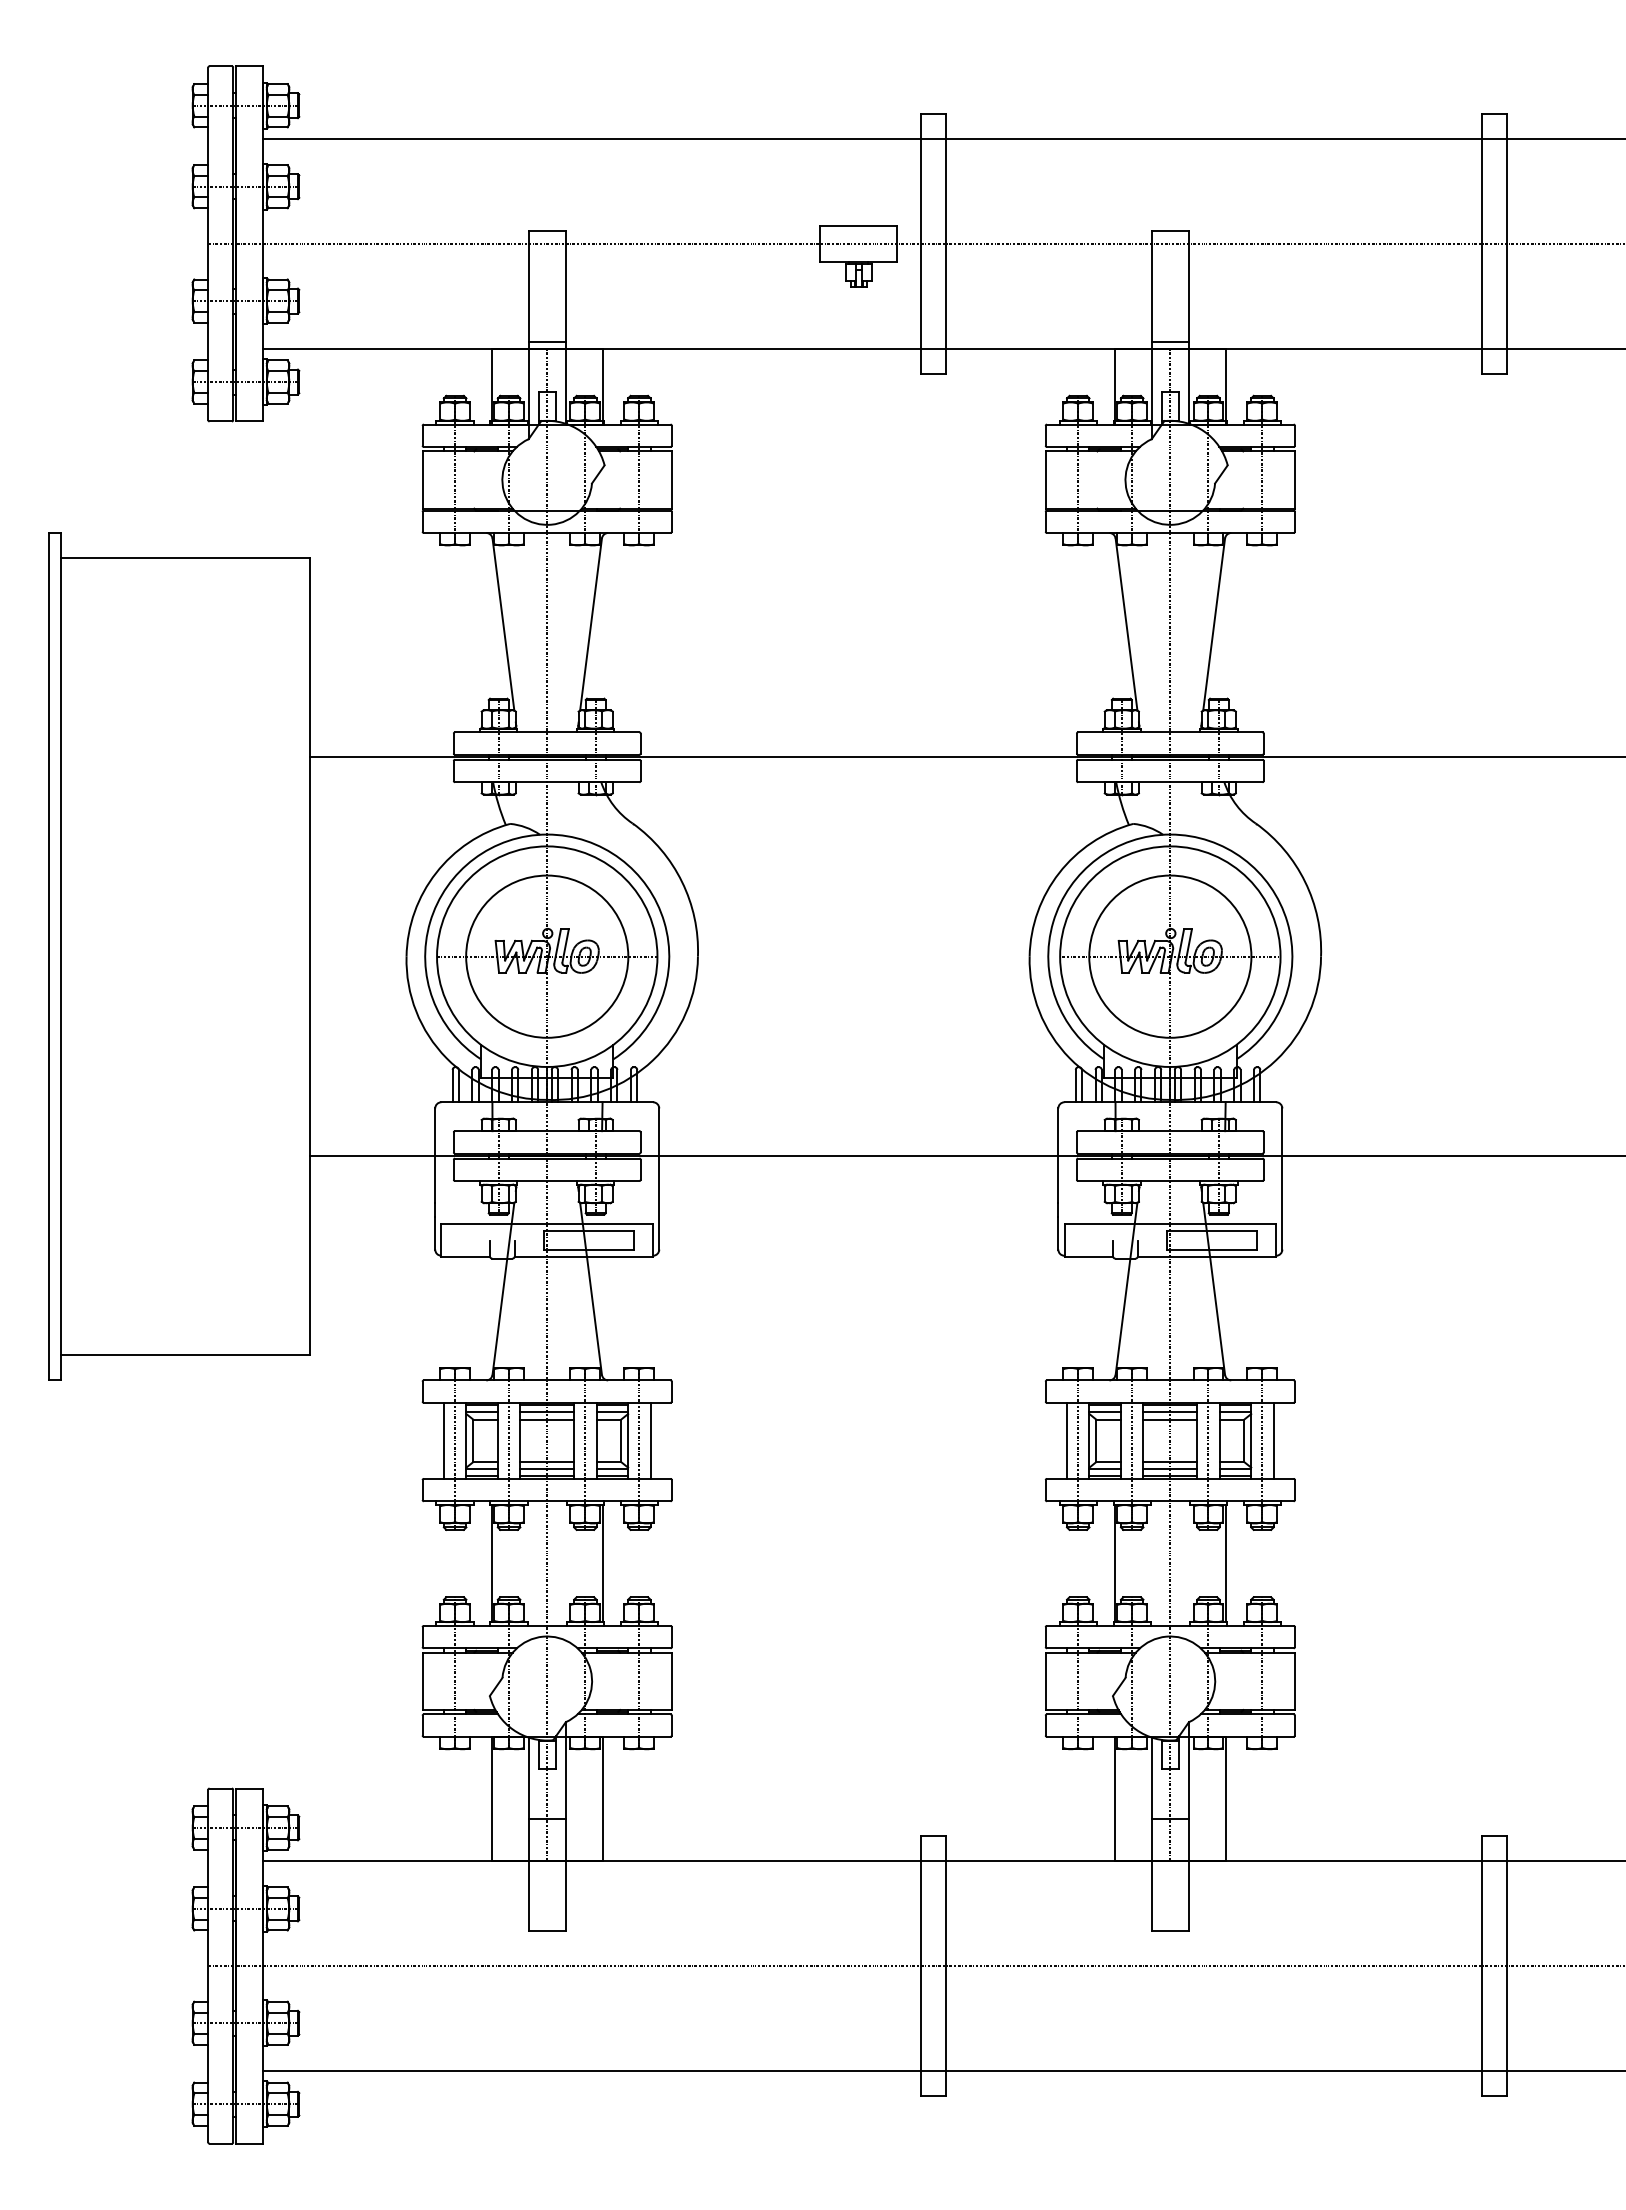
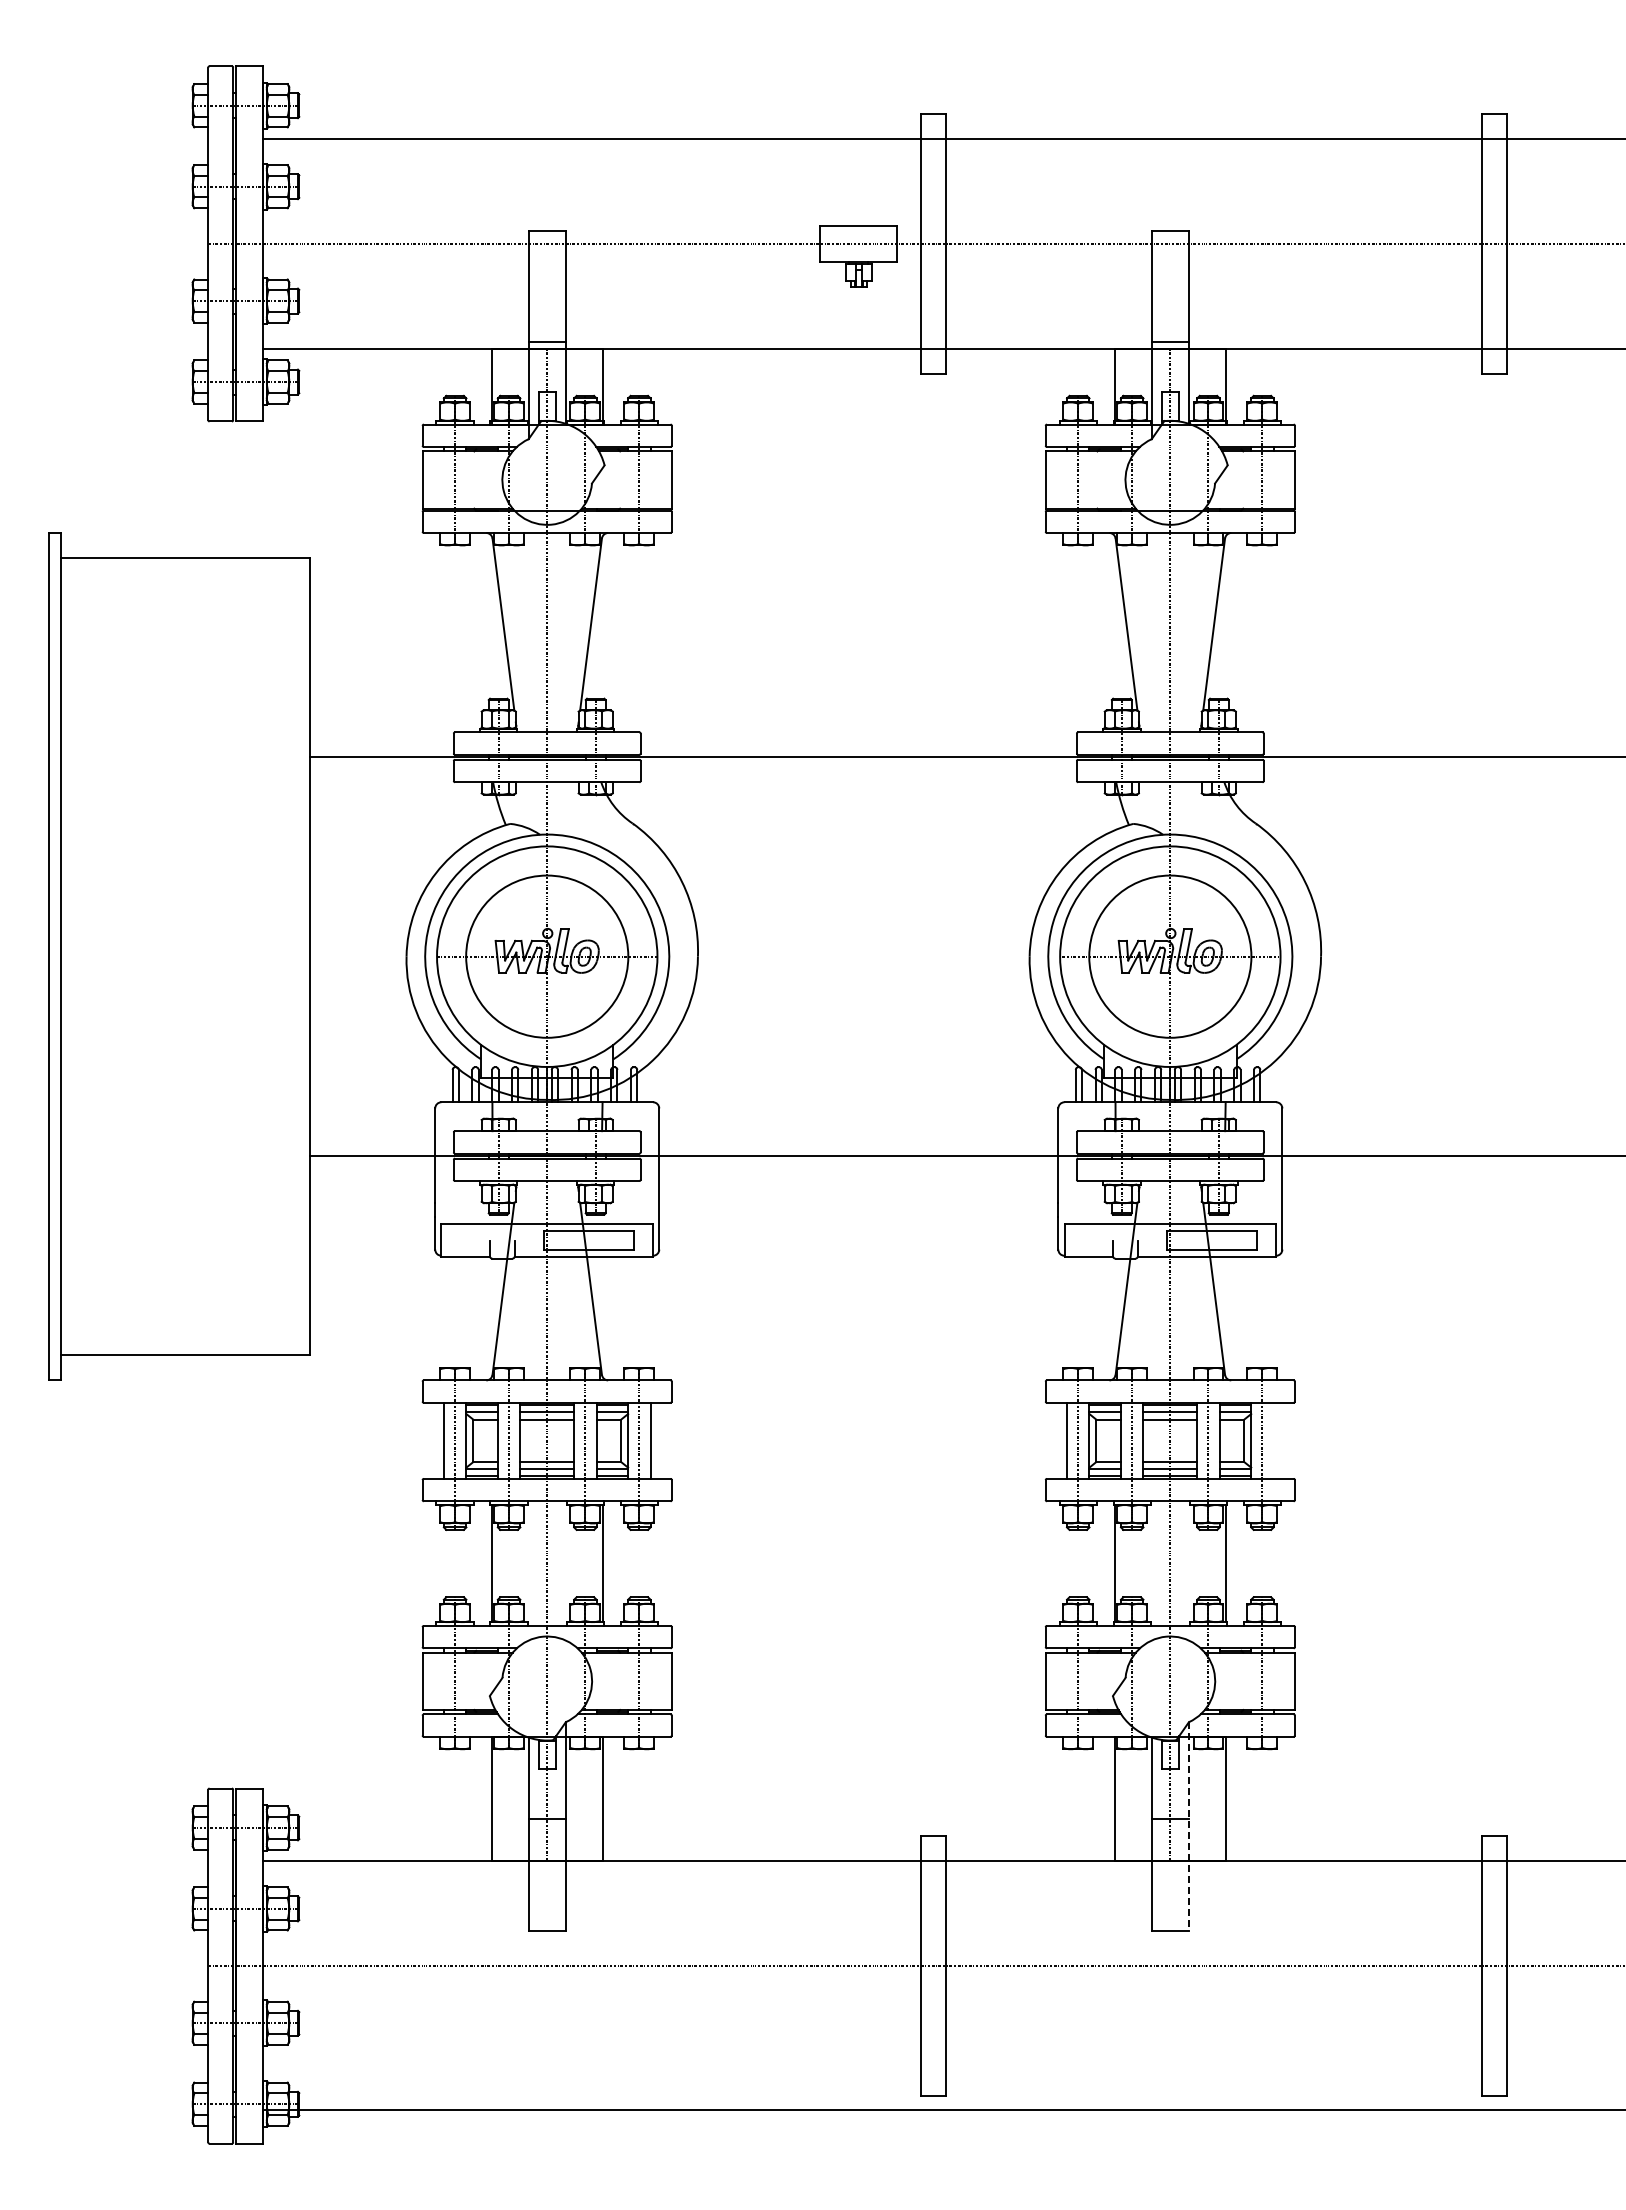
line at (1273, 1440): present -> none
line at (1189, 1826): solid -> dashed
line at (942, 2070) position: (942, 2070) -> (942, 2109)
